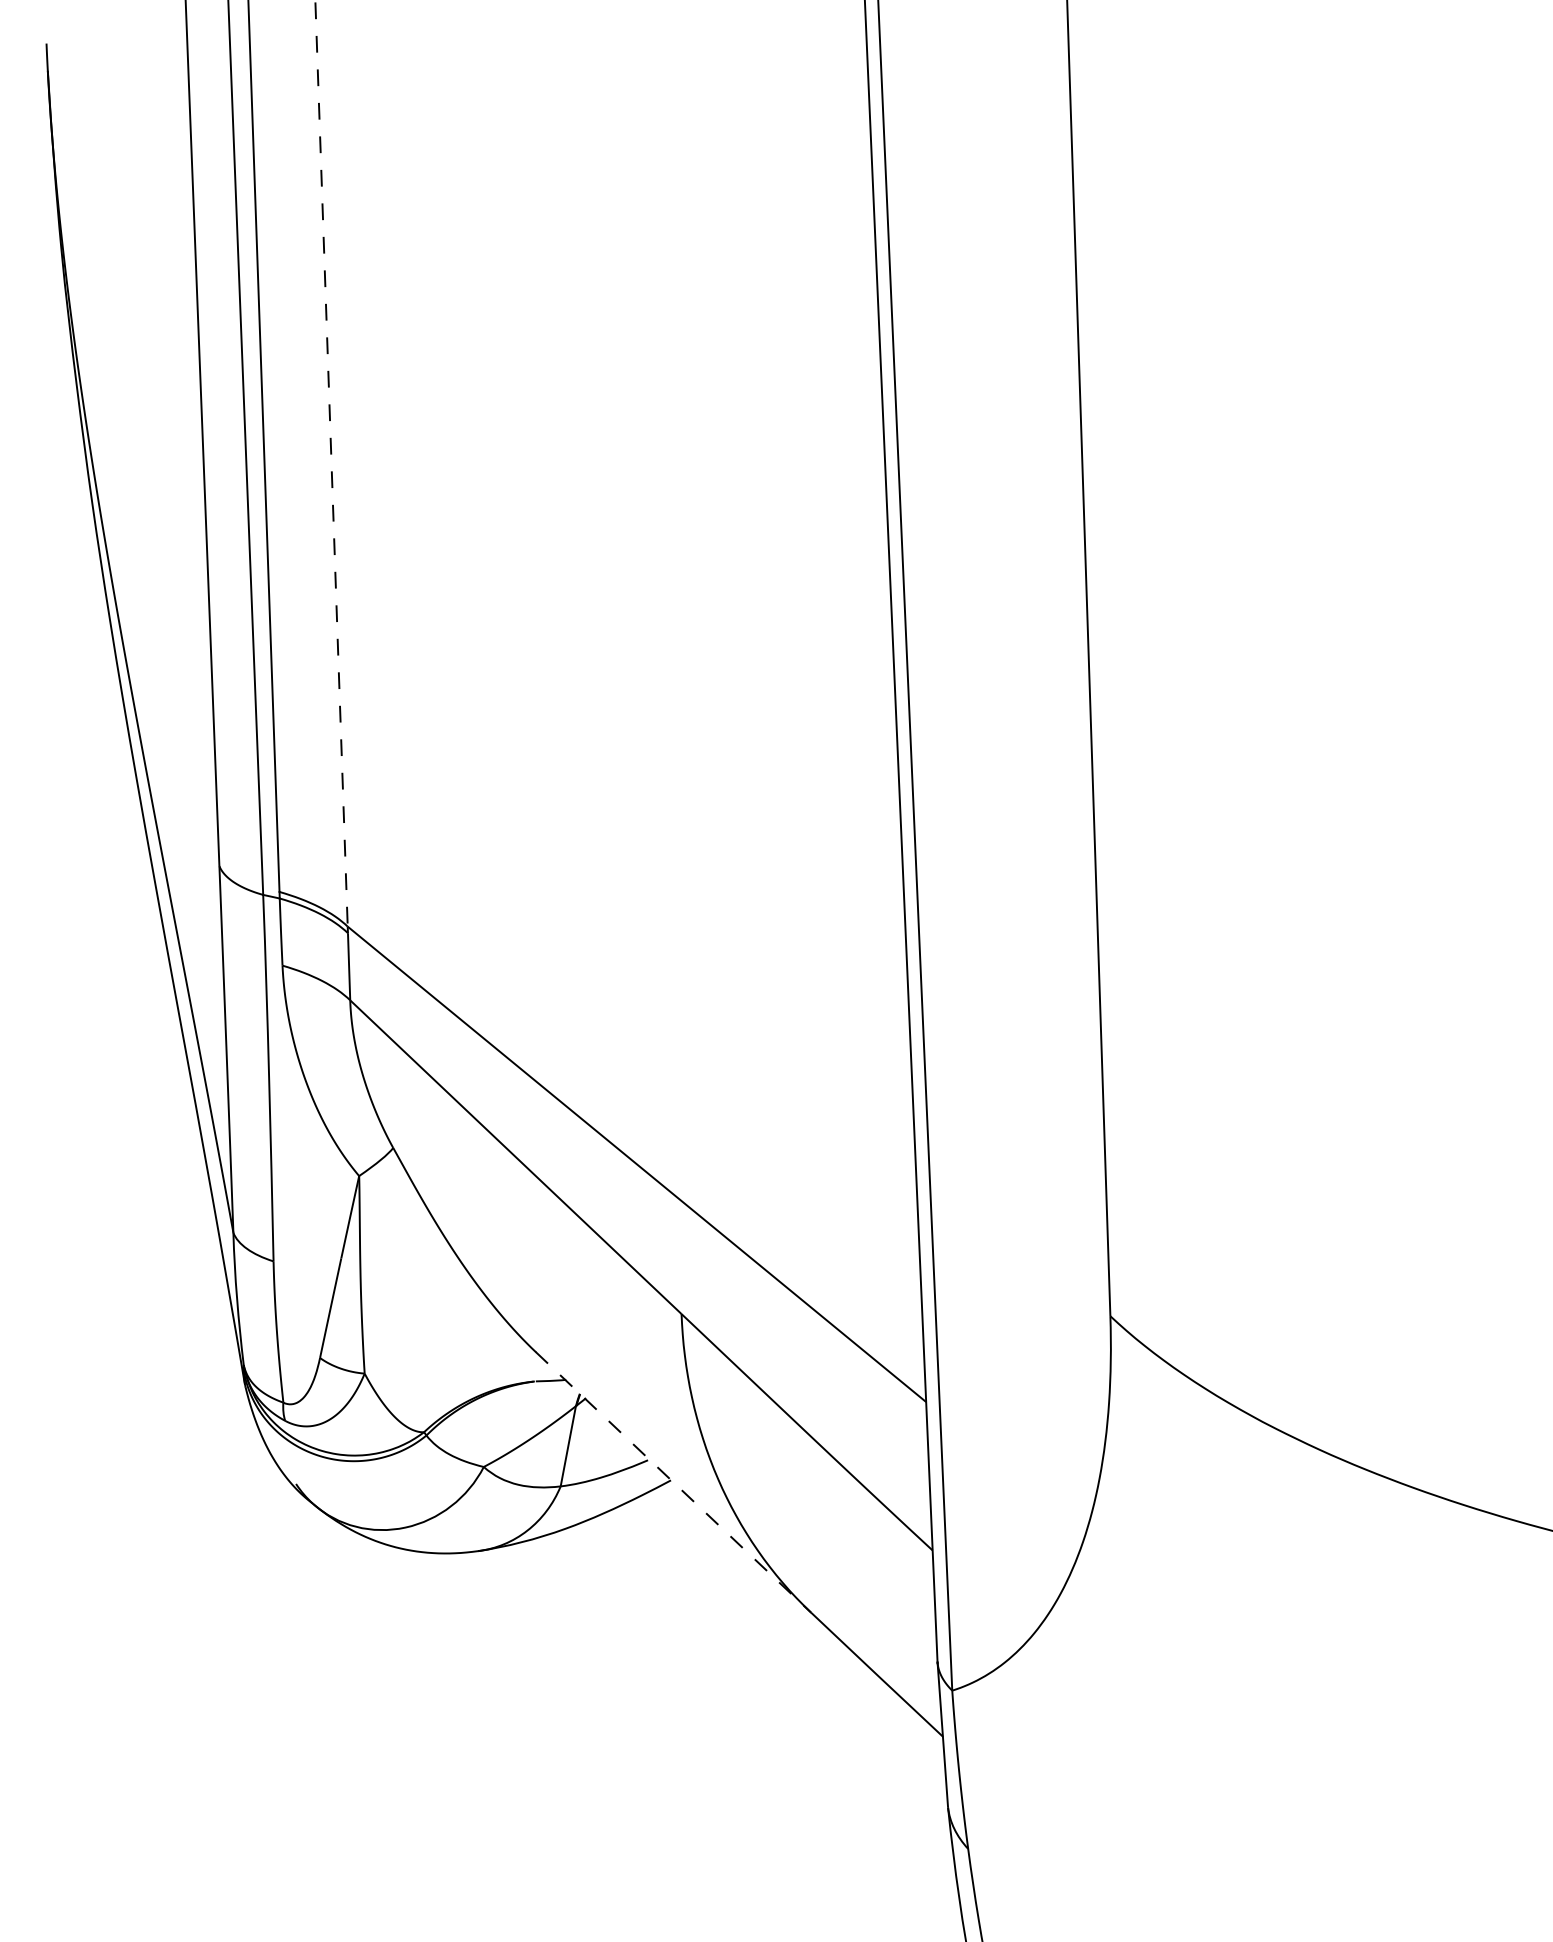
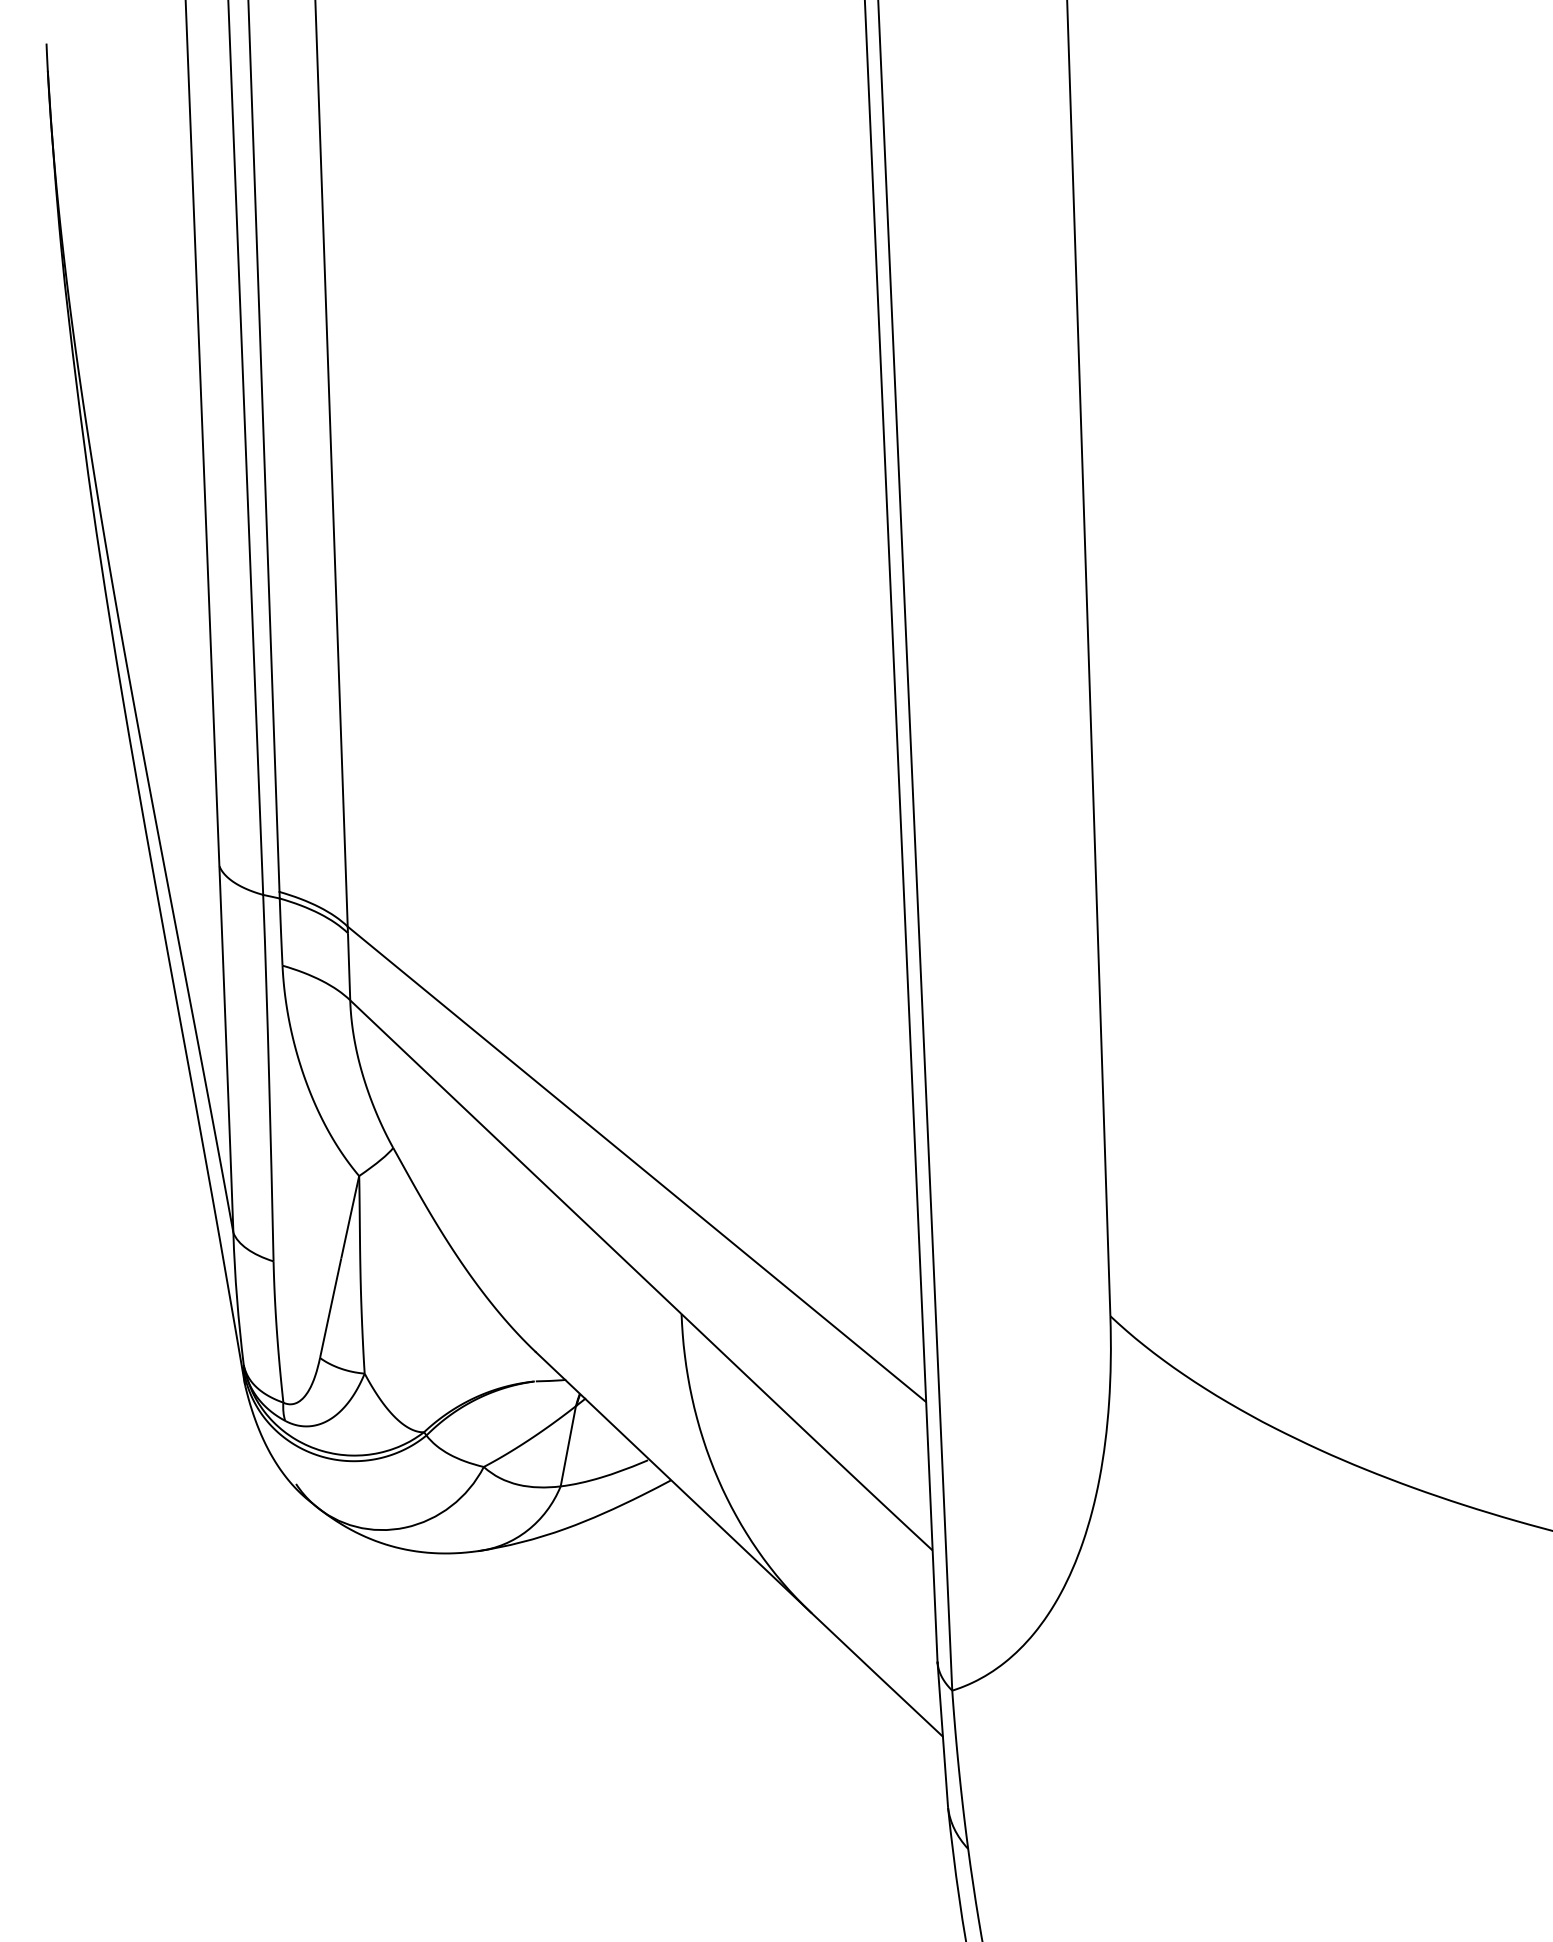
line at (331, 463): dashed -> solid
line at (673, 1482): dashed -> solid
